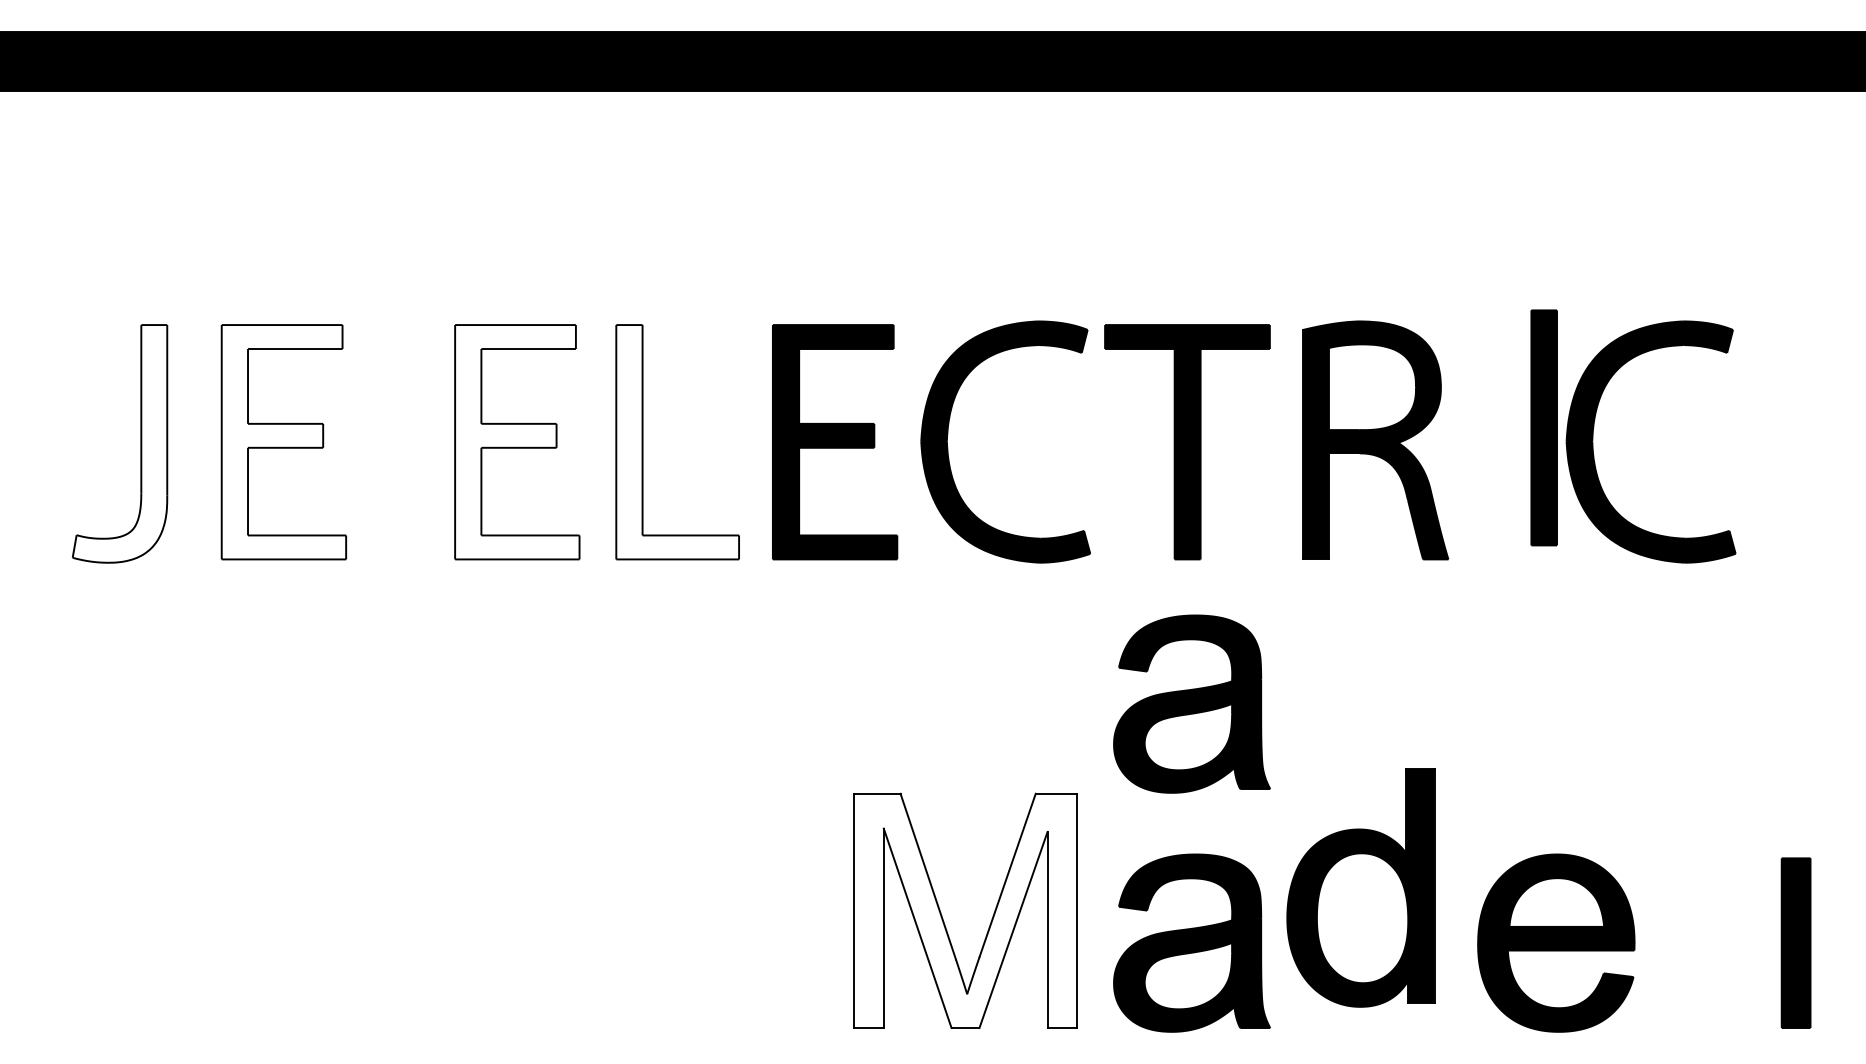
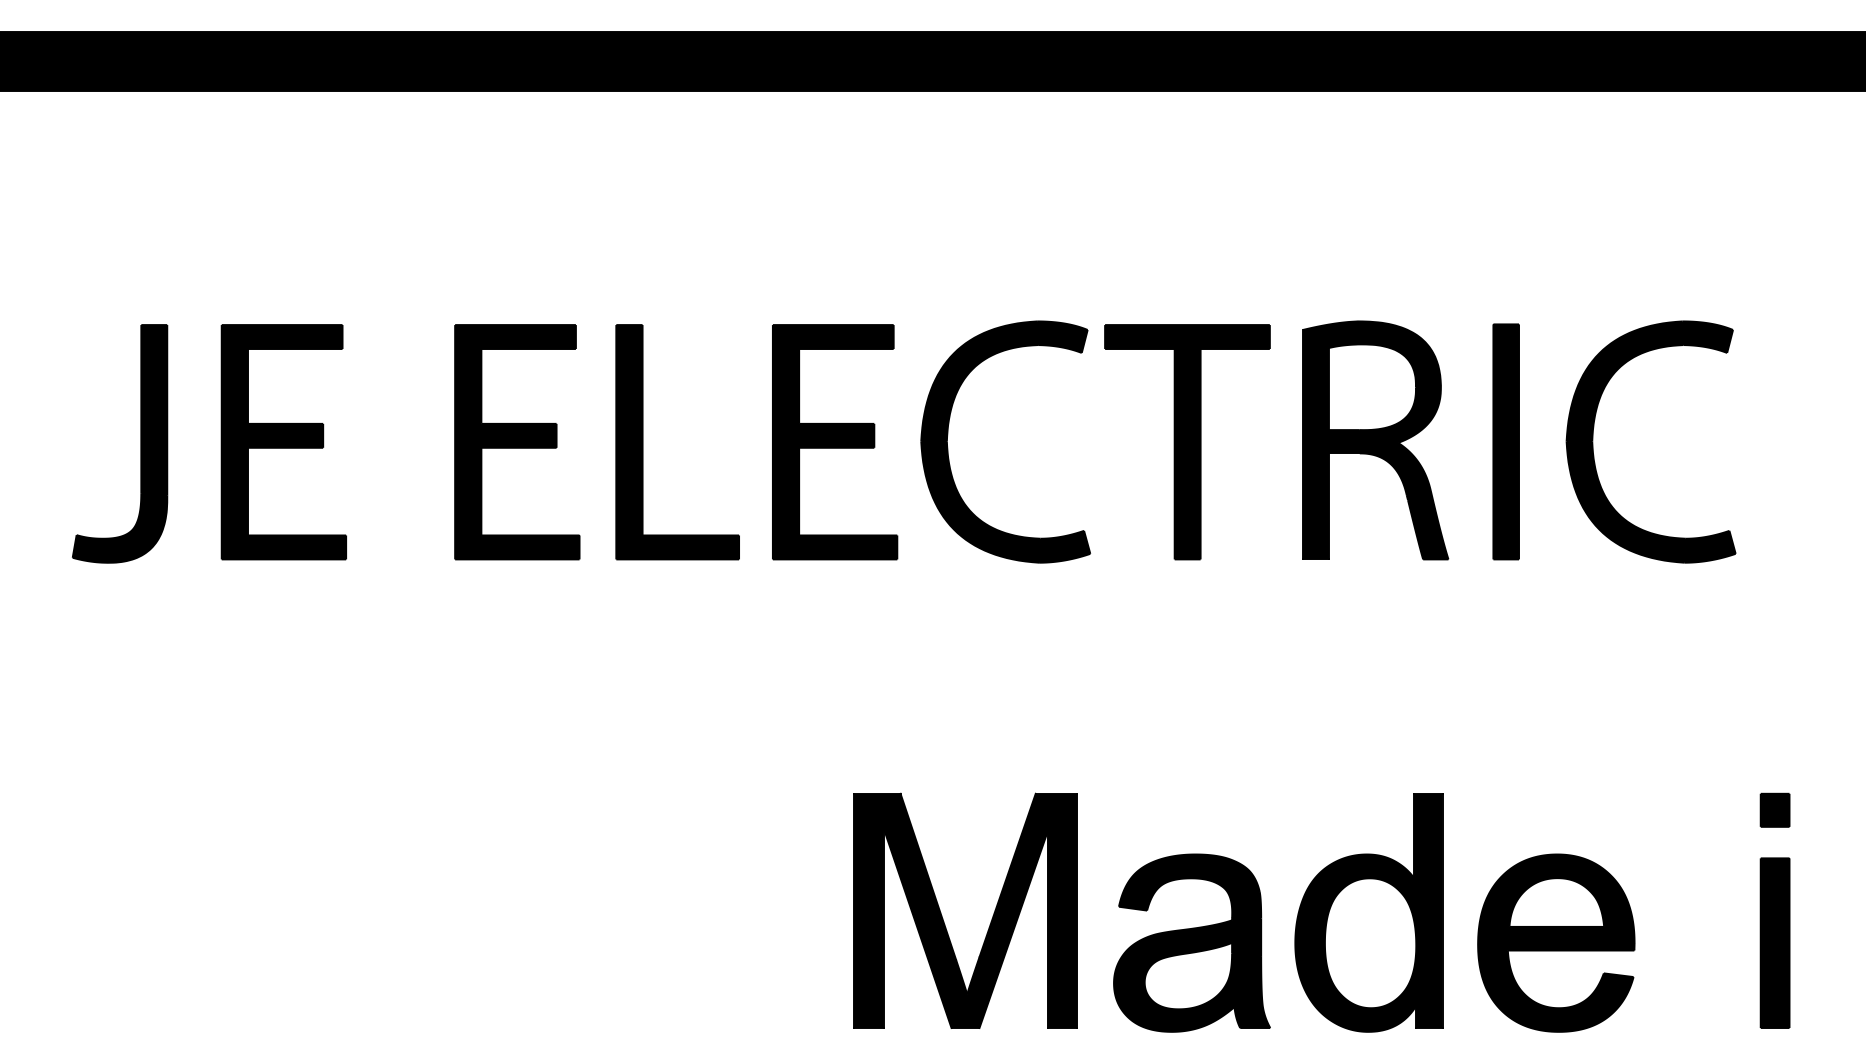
part at (1543, 427) position: (1543, 427) -> (1505, 441)
fill at (283, 442): none -> present
fill at (517, 442): none -> present
fill at (677, 442): none -> present
fill at (119, 443): none -> present
part at (1191, 703): present -> none
part at (1774, 809): none -> present
part at (1360, 887) position: (1360, 887) -> (1368, 912)
fill at (965, 910): none -> present
part at (1795, 942) position: (1795, 942) -> (1774, 942)
